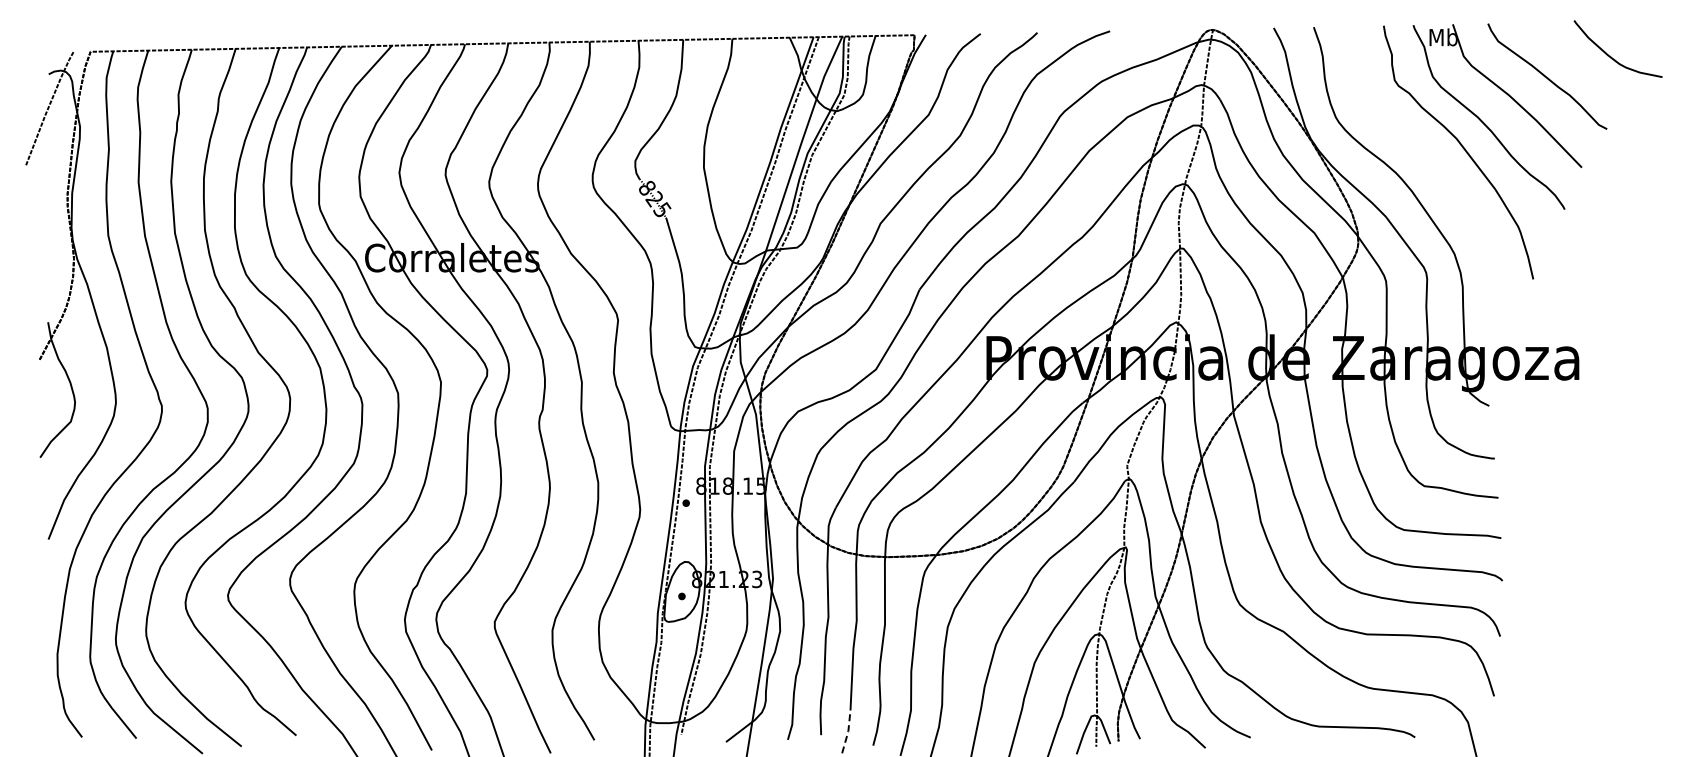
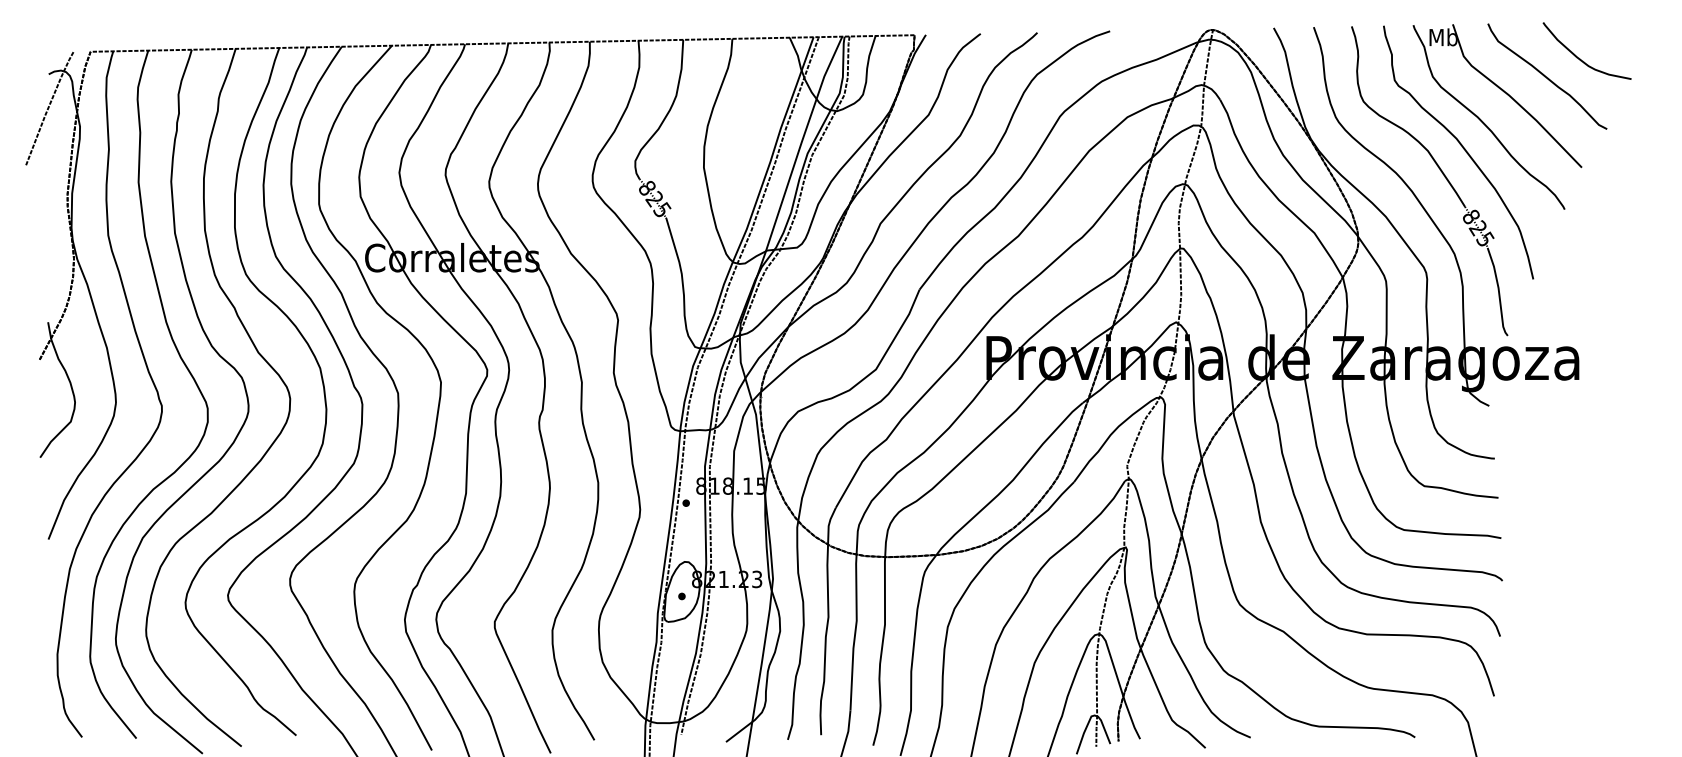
curve at (1611, 56) position: (1611, 56) -> (1580, 58)
part at (1442, 174): none -> present
line at (848, 732): dashed -> solid
